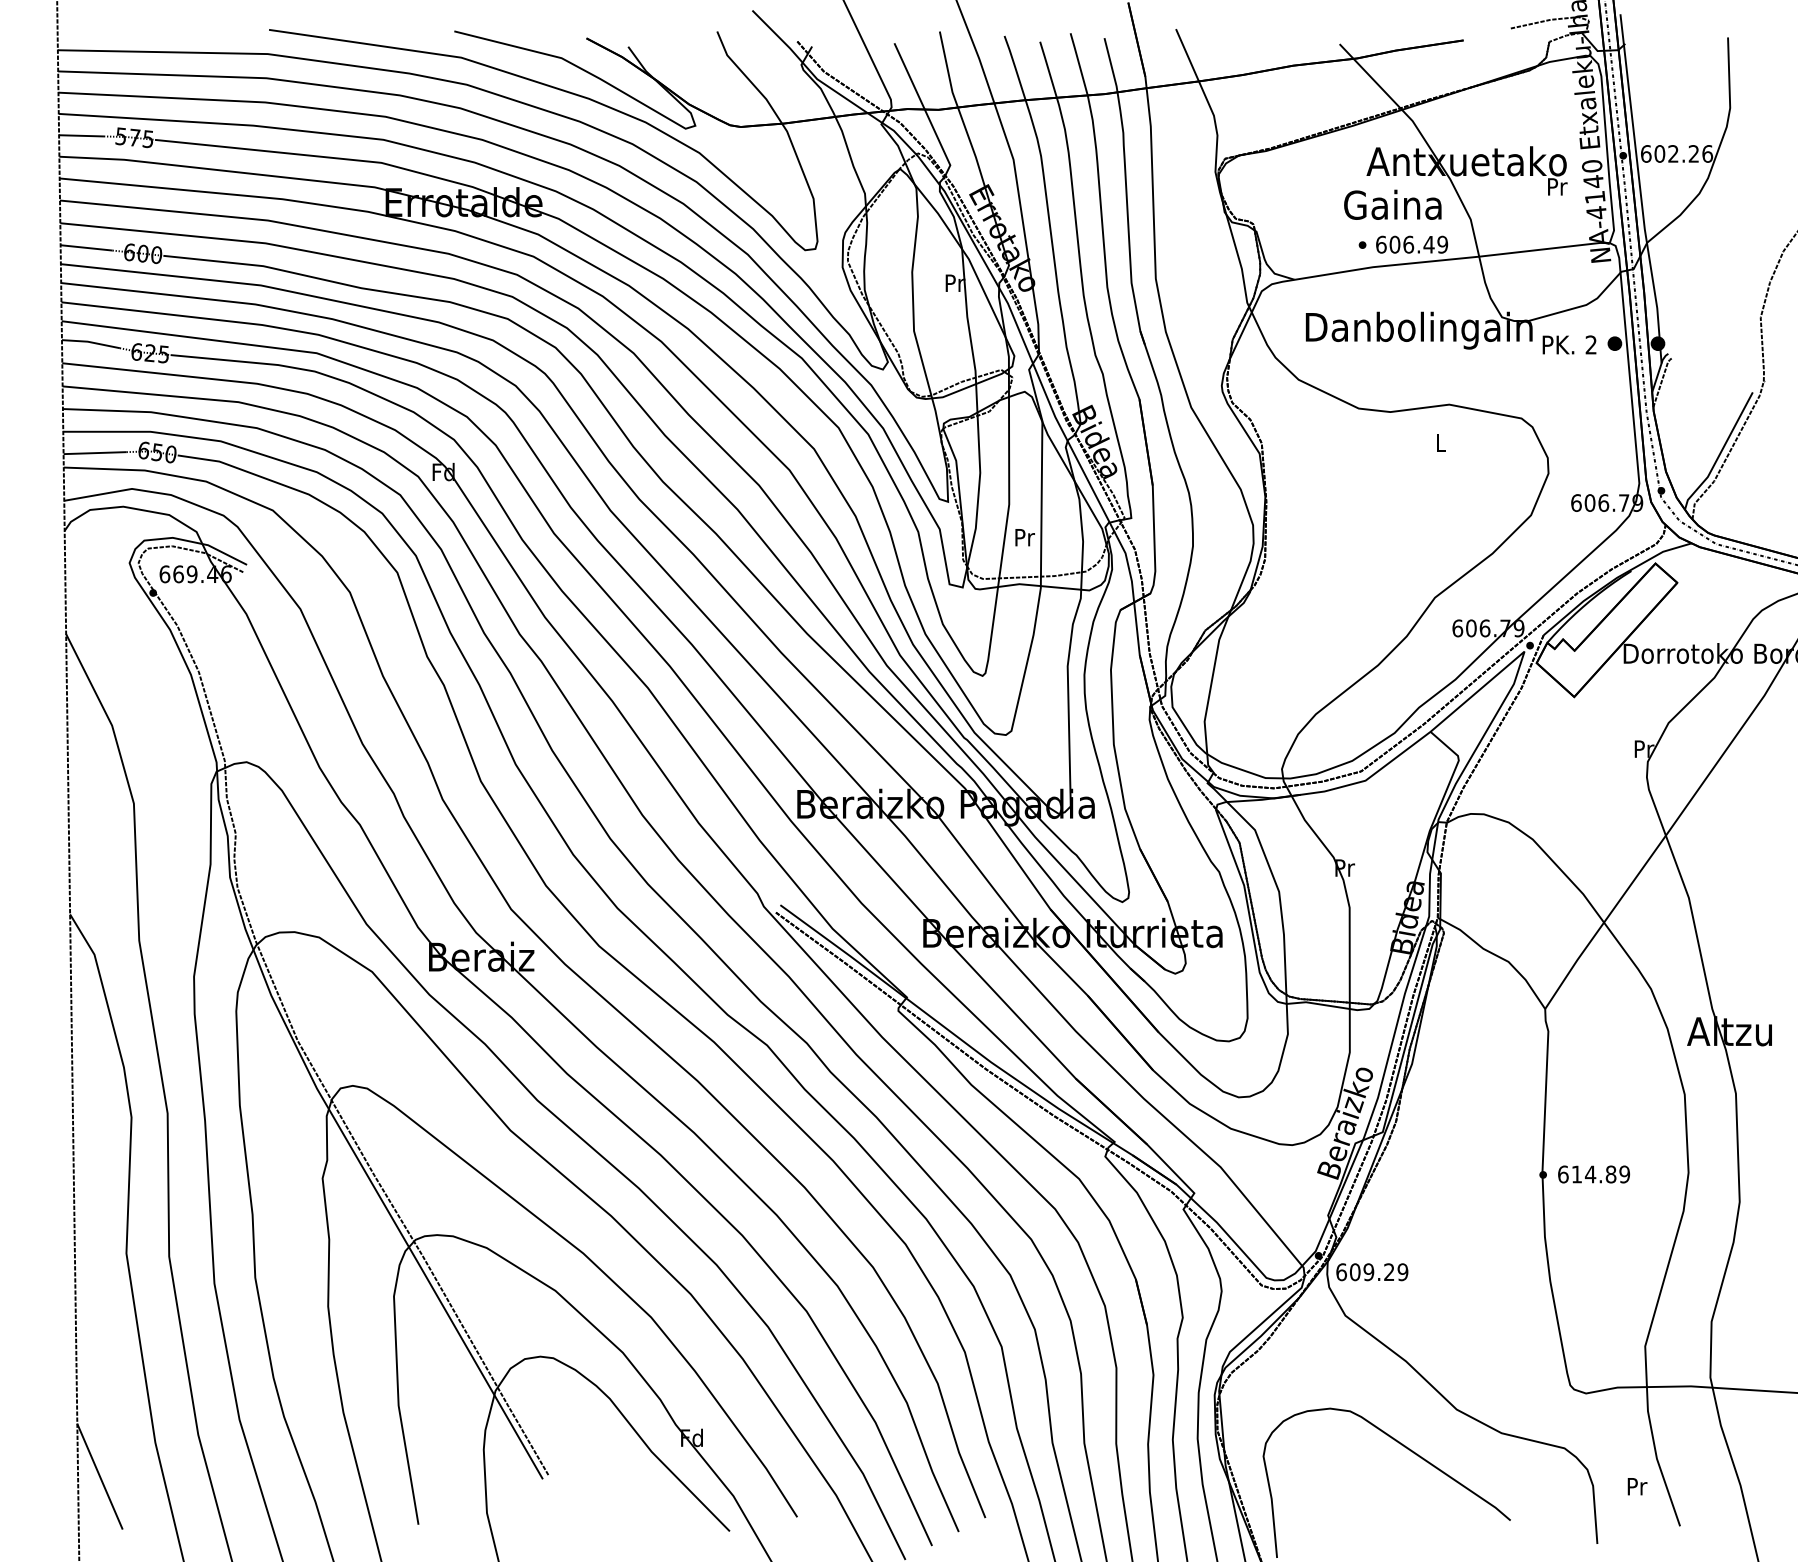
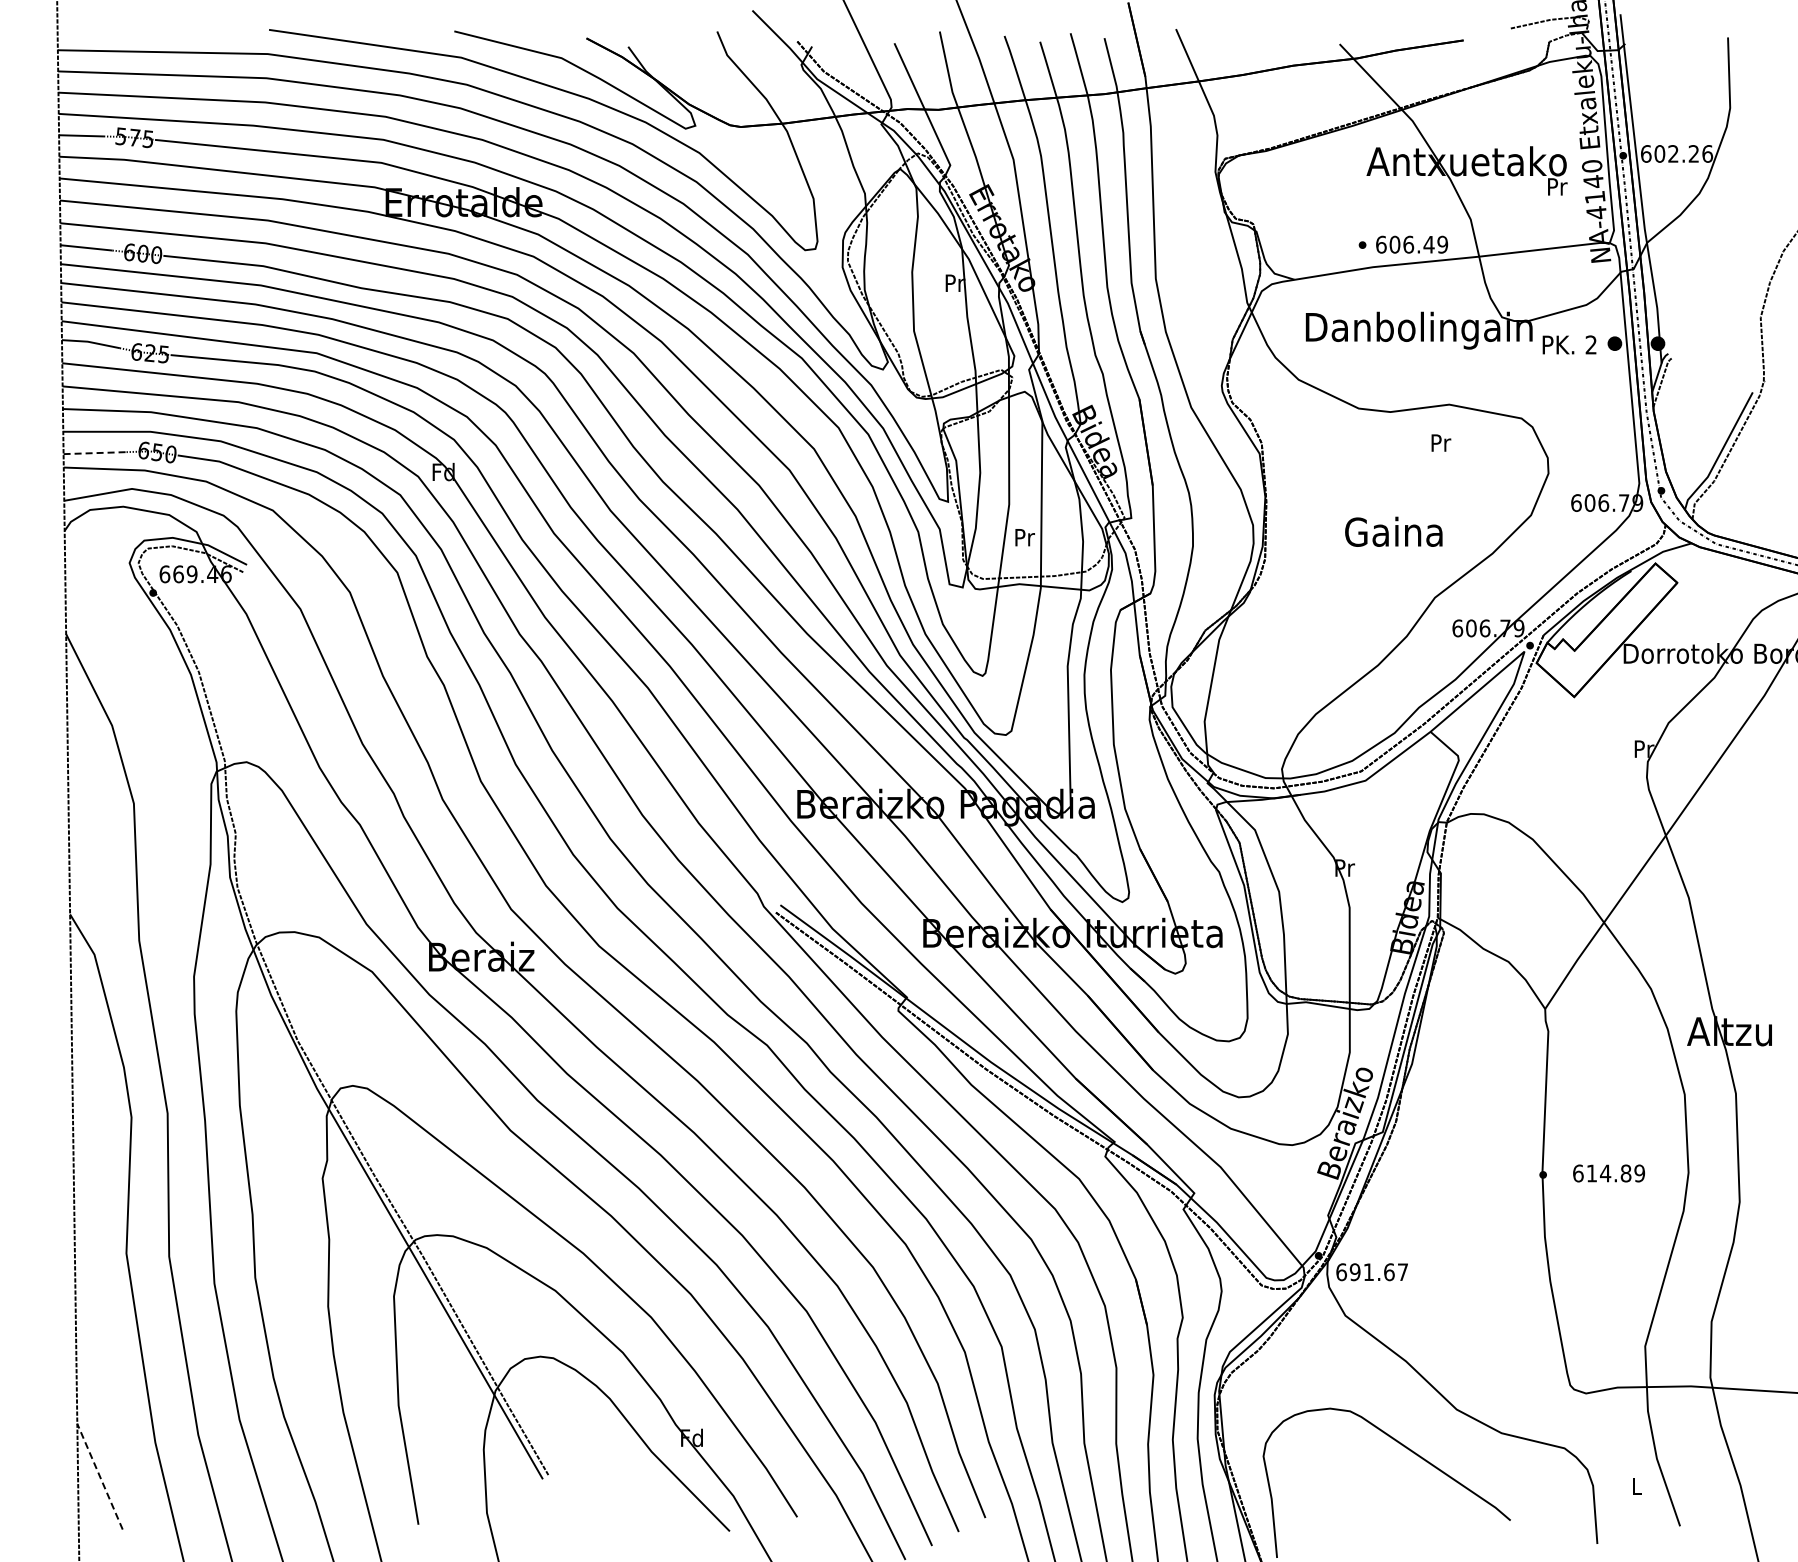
text at (1392, 204) position: (1392, 204) -> (1393, 531)
text at (1441, 442): L -> Pr
line at (95, 453): solid -> dashed
text at (1593, 1174) position: (1593, 1174) -> (1608, 1173)
text at (1378, 1272): 609.29 -> 691.67
line at (100, 1476): solid -> dashed
text at (1637, 1486): Pr -> L
